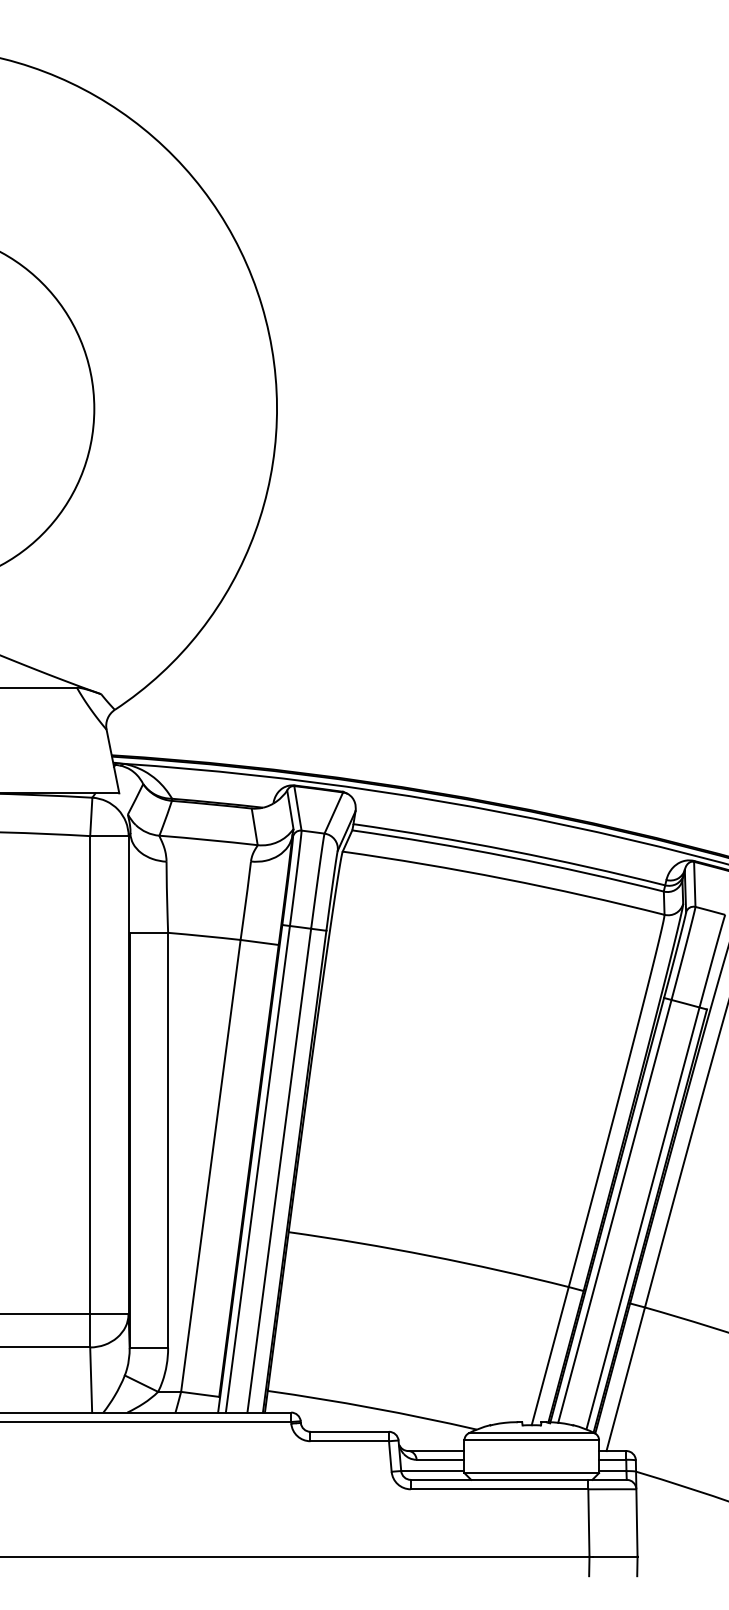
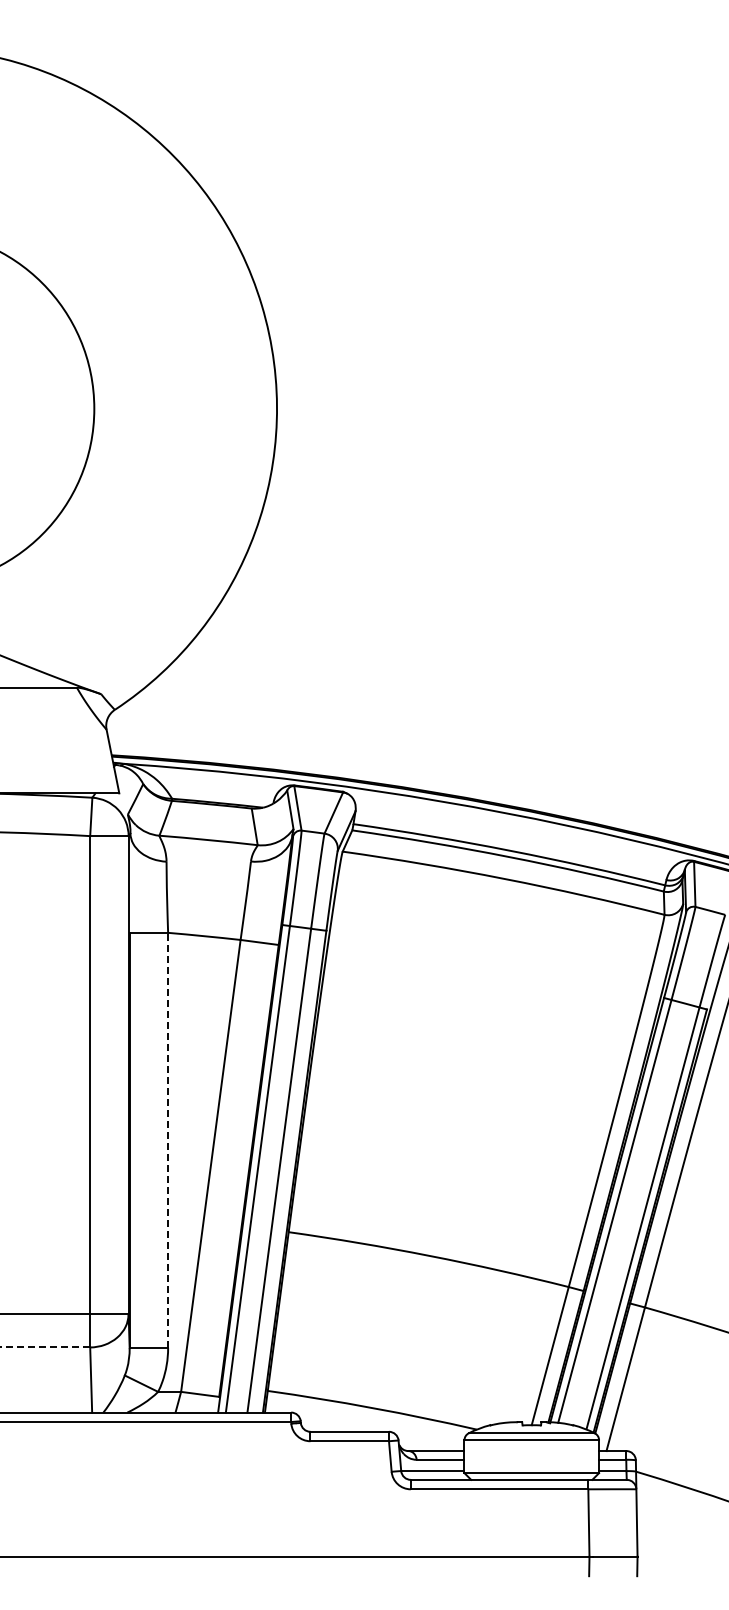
line at (168, 1140): solid -> dashed
line at (45, 1347): solid -> dashed
